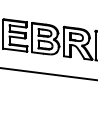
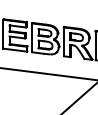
line at (79, 98): none -> present
